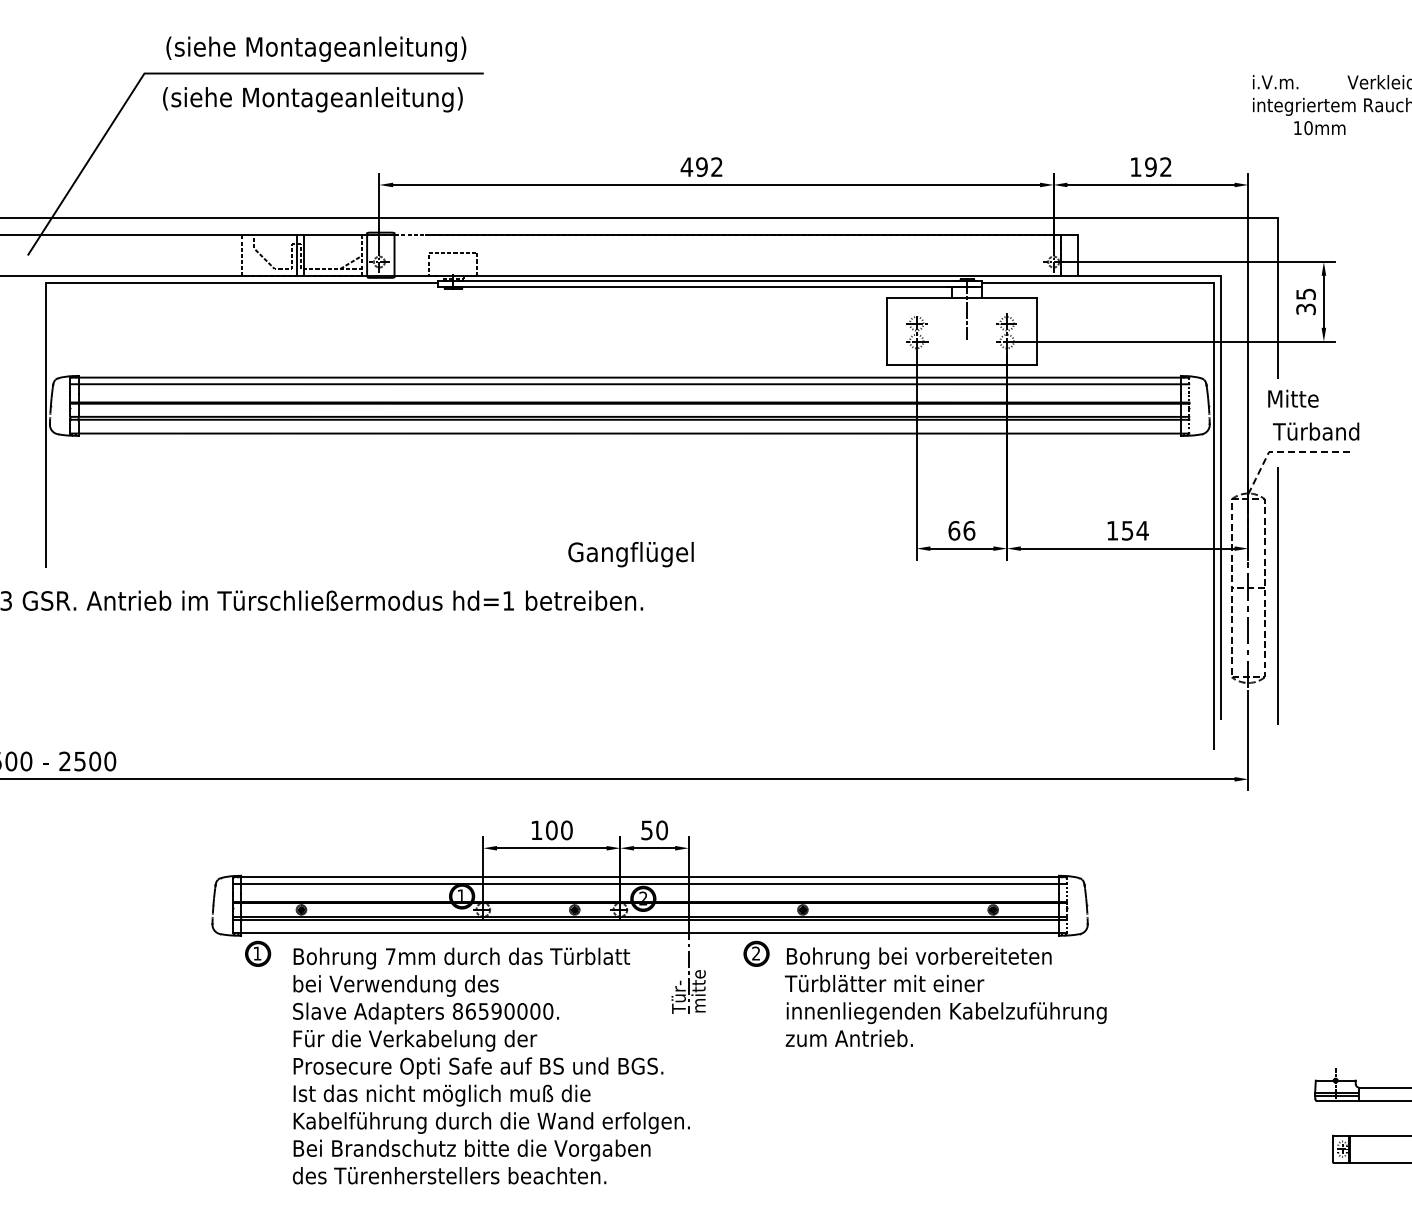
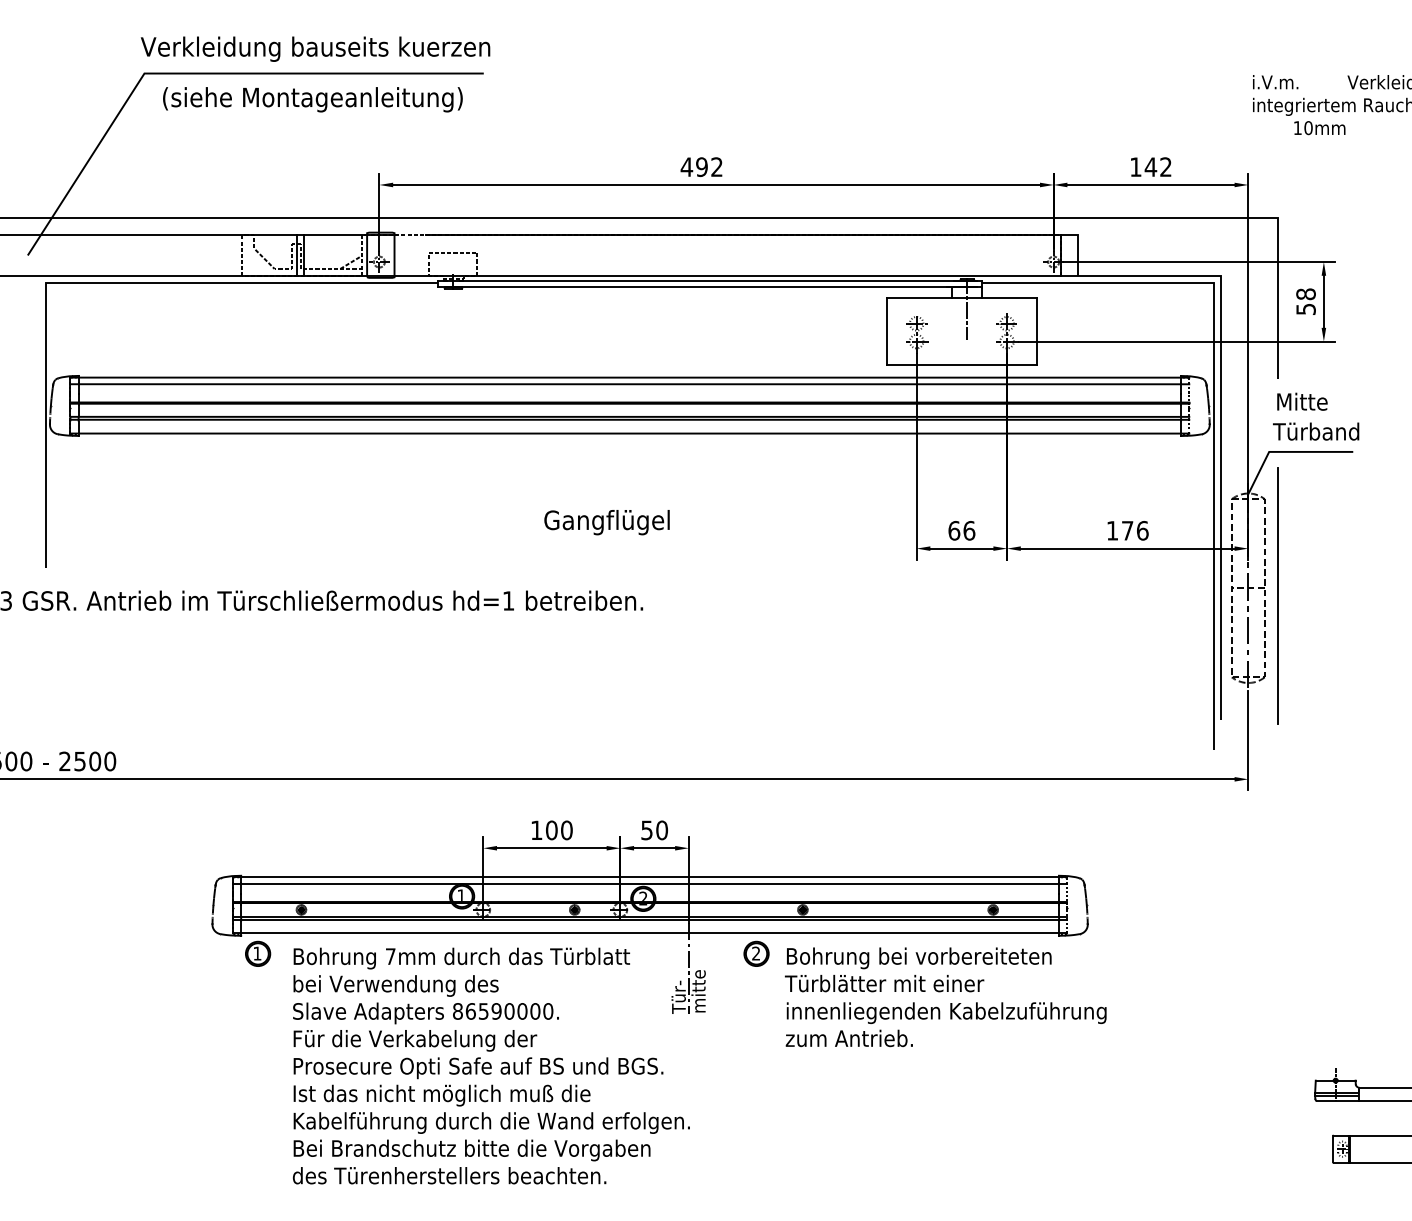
text at (315, 48): (siehe Montageanleitung) -> Verkleidung bauseits kuerzen
text at (1150, 167): 192 -> 142
text at (1305, 301): 35 -> 58
text at (1293, 398) position: (1293, 398) -> (1302, 401)
line at (1286, 451): dashed -> solid
text at (1135, 530): 154 -> 176
text at (630, 554) position: (630, 554) -> (606, 522)
